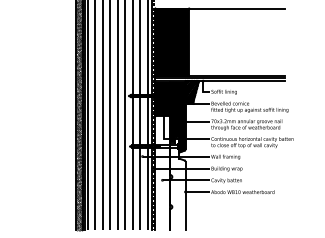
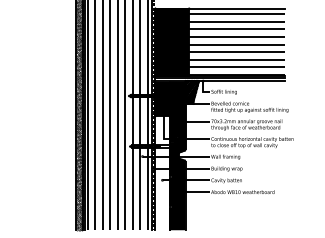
hatch at (236, 44): none -> present
fill at (177, 183): none -> present
